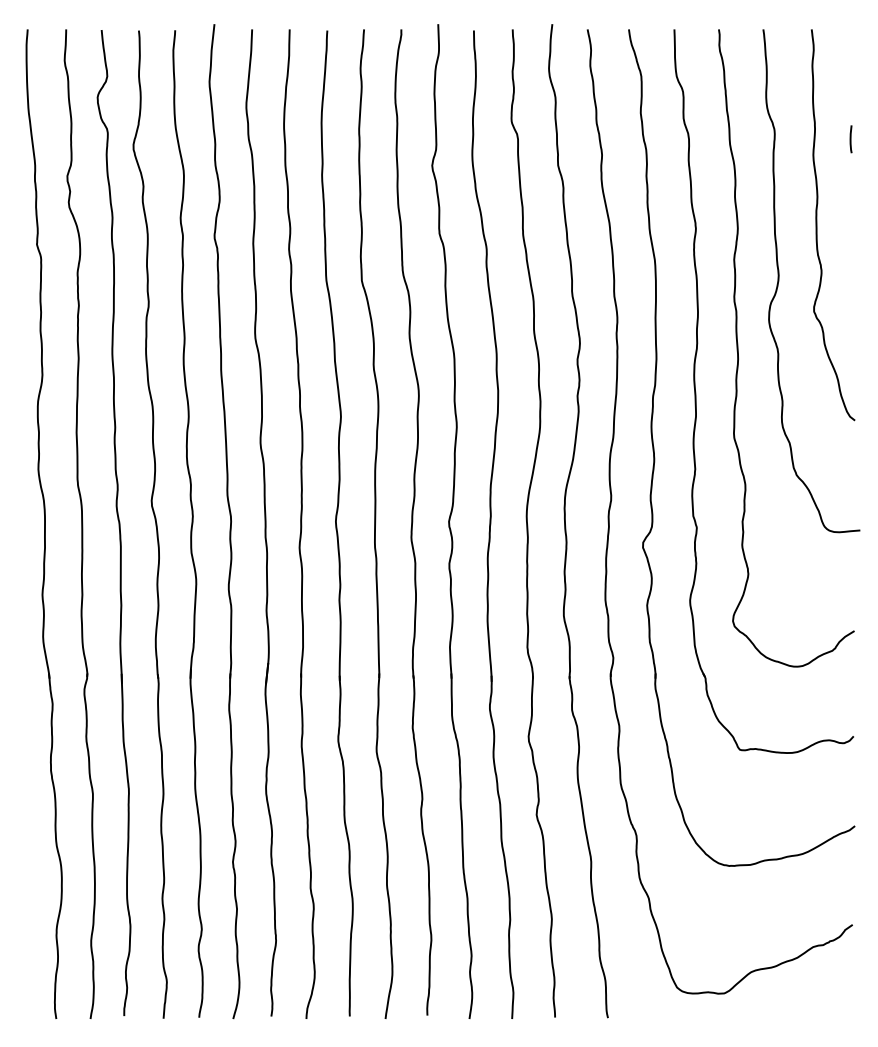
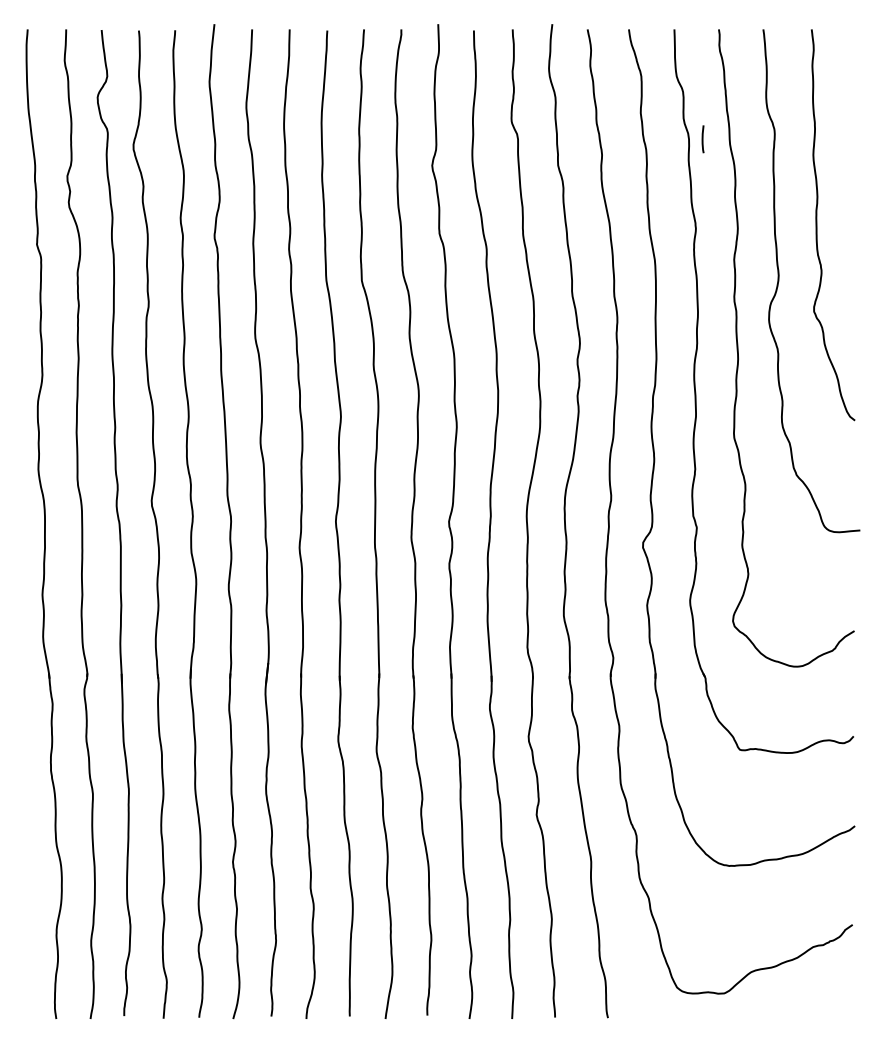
line at (850, 139) position: (850, 139) -> (702, 139)
